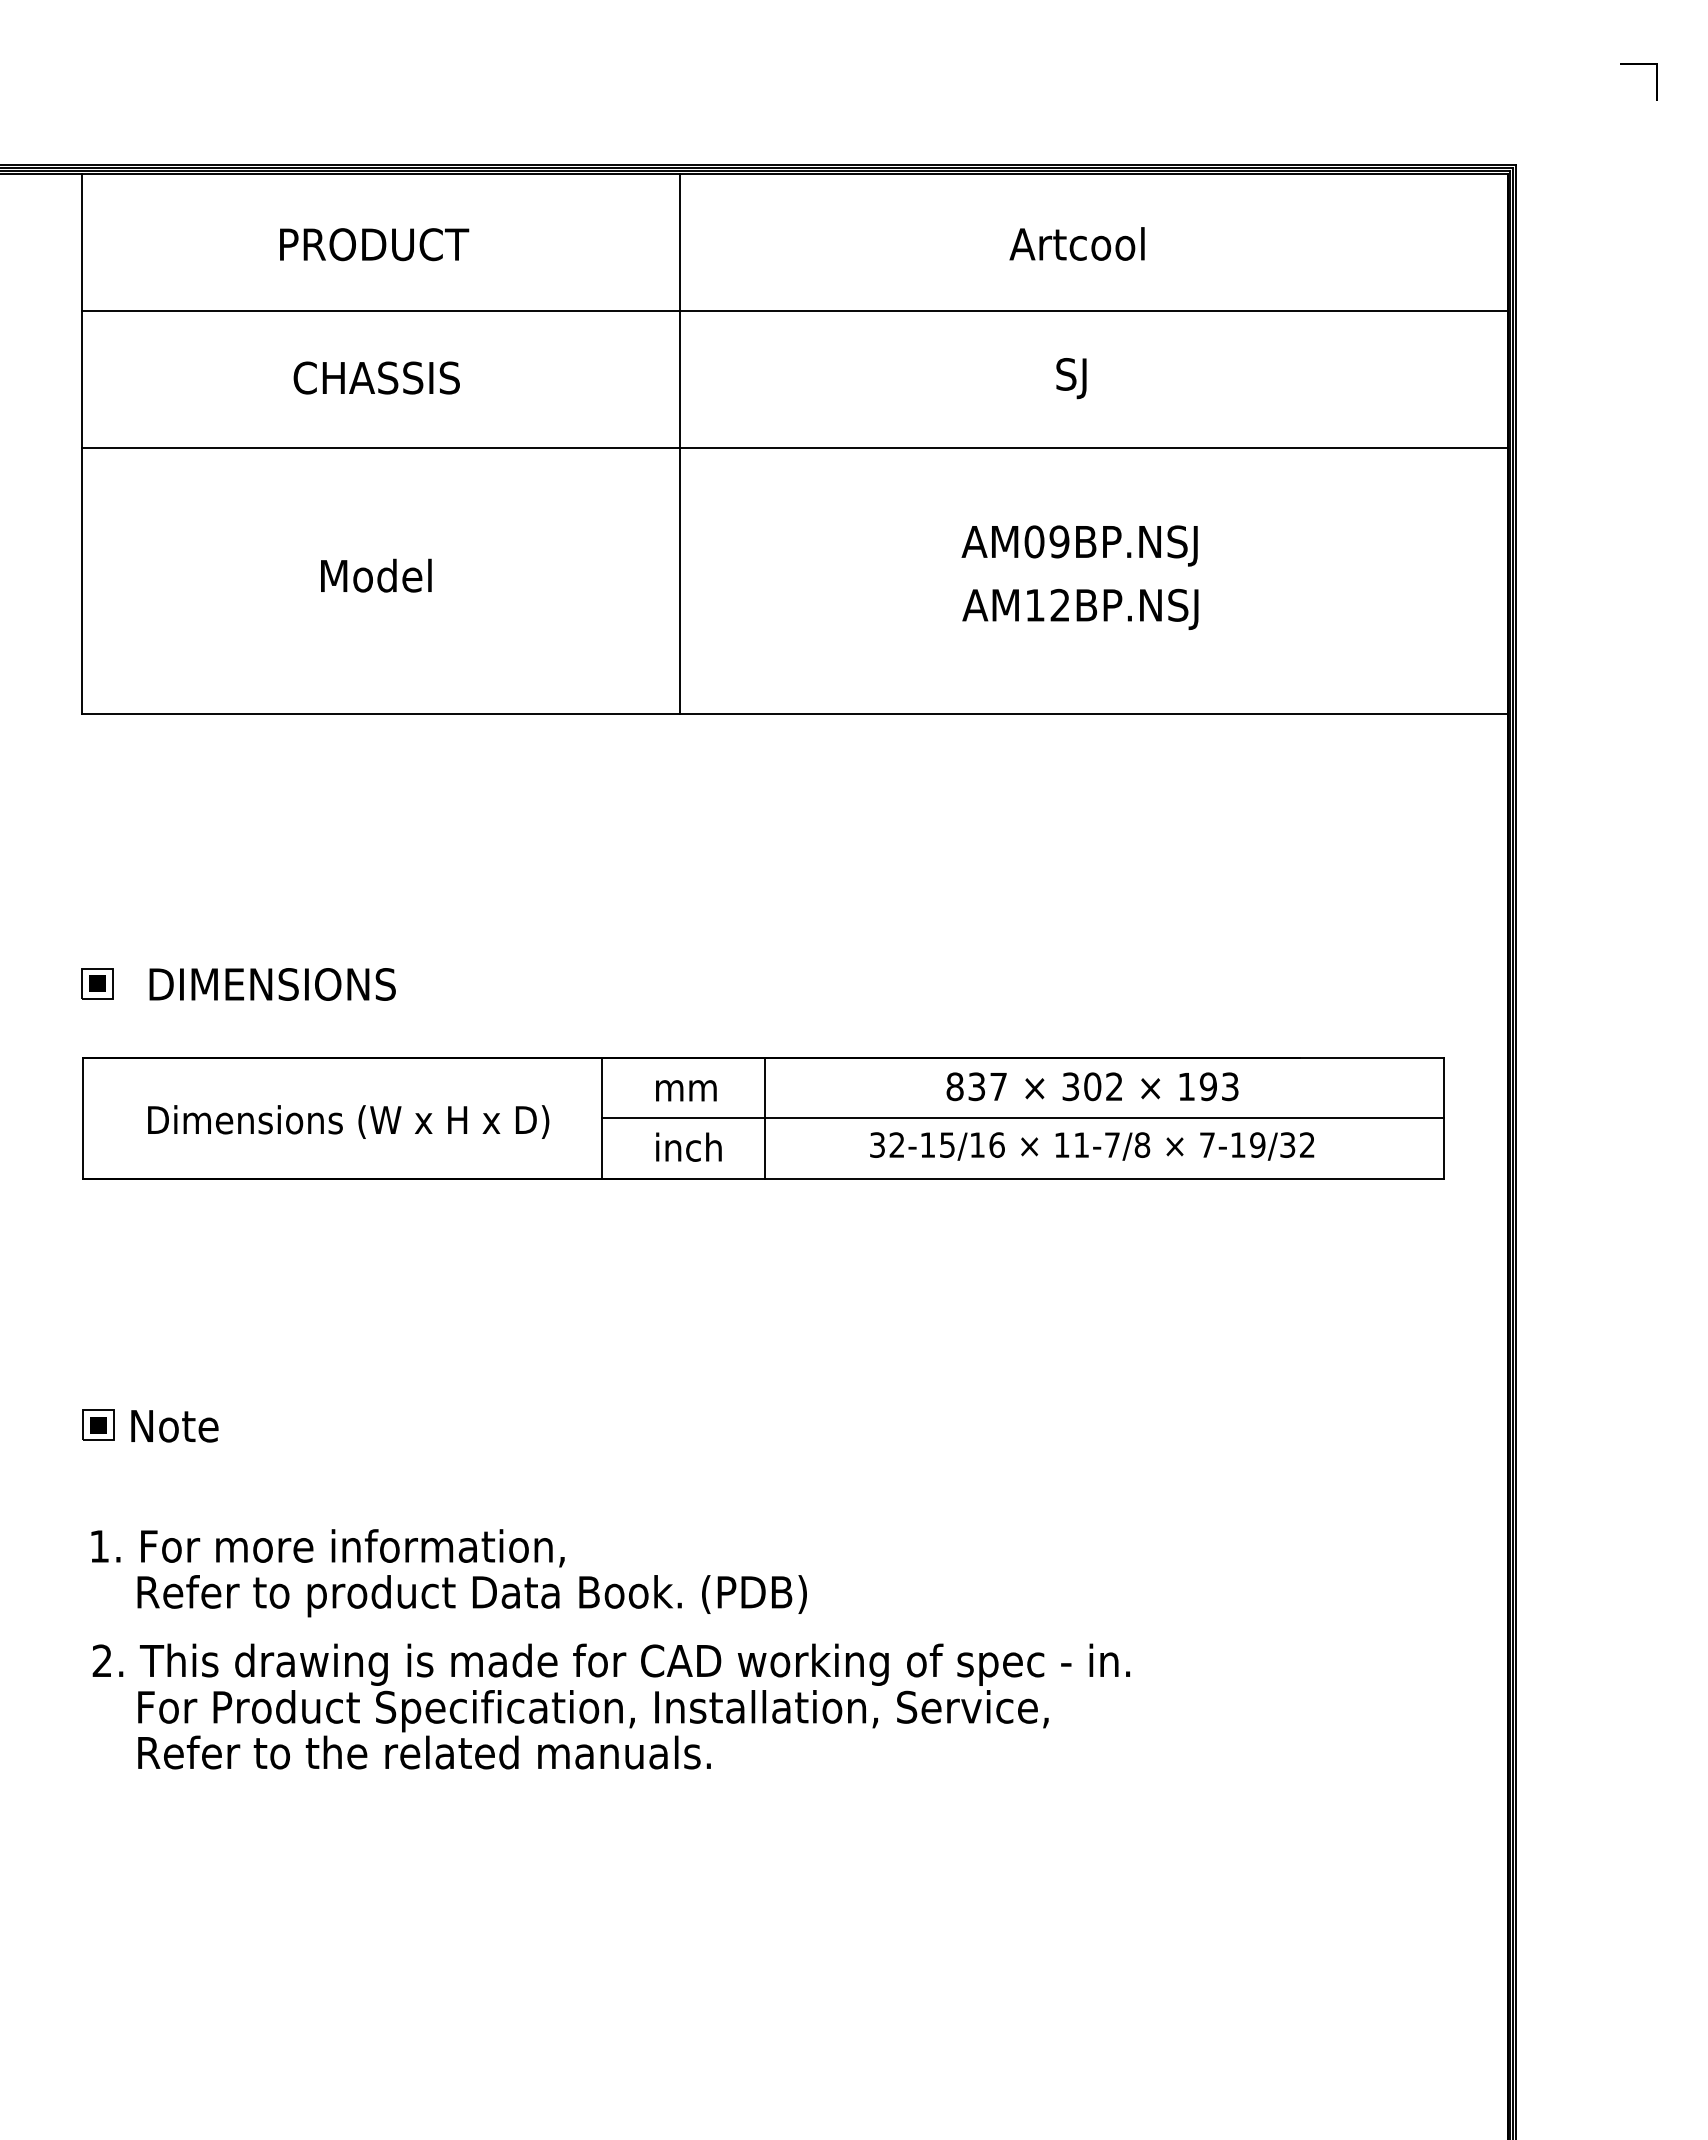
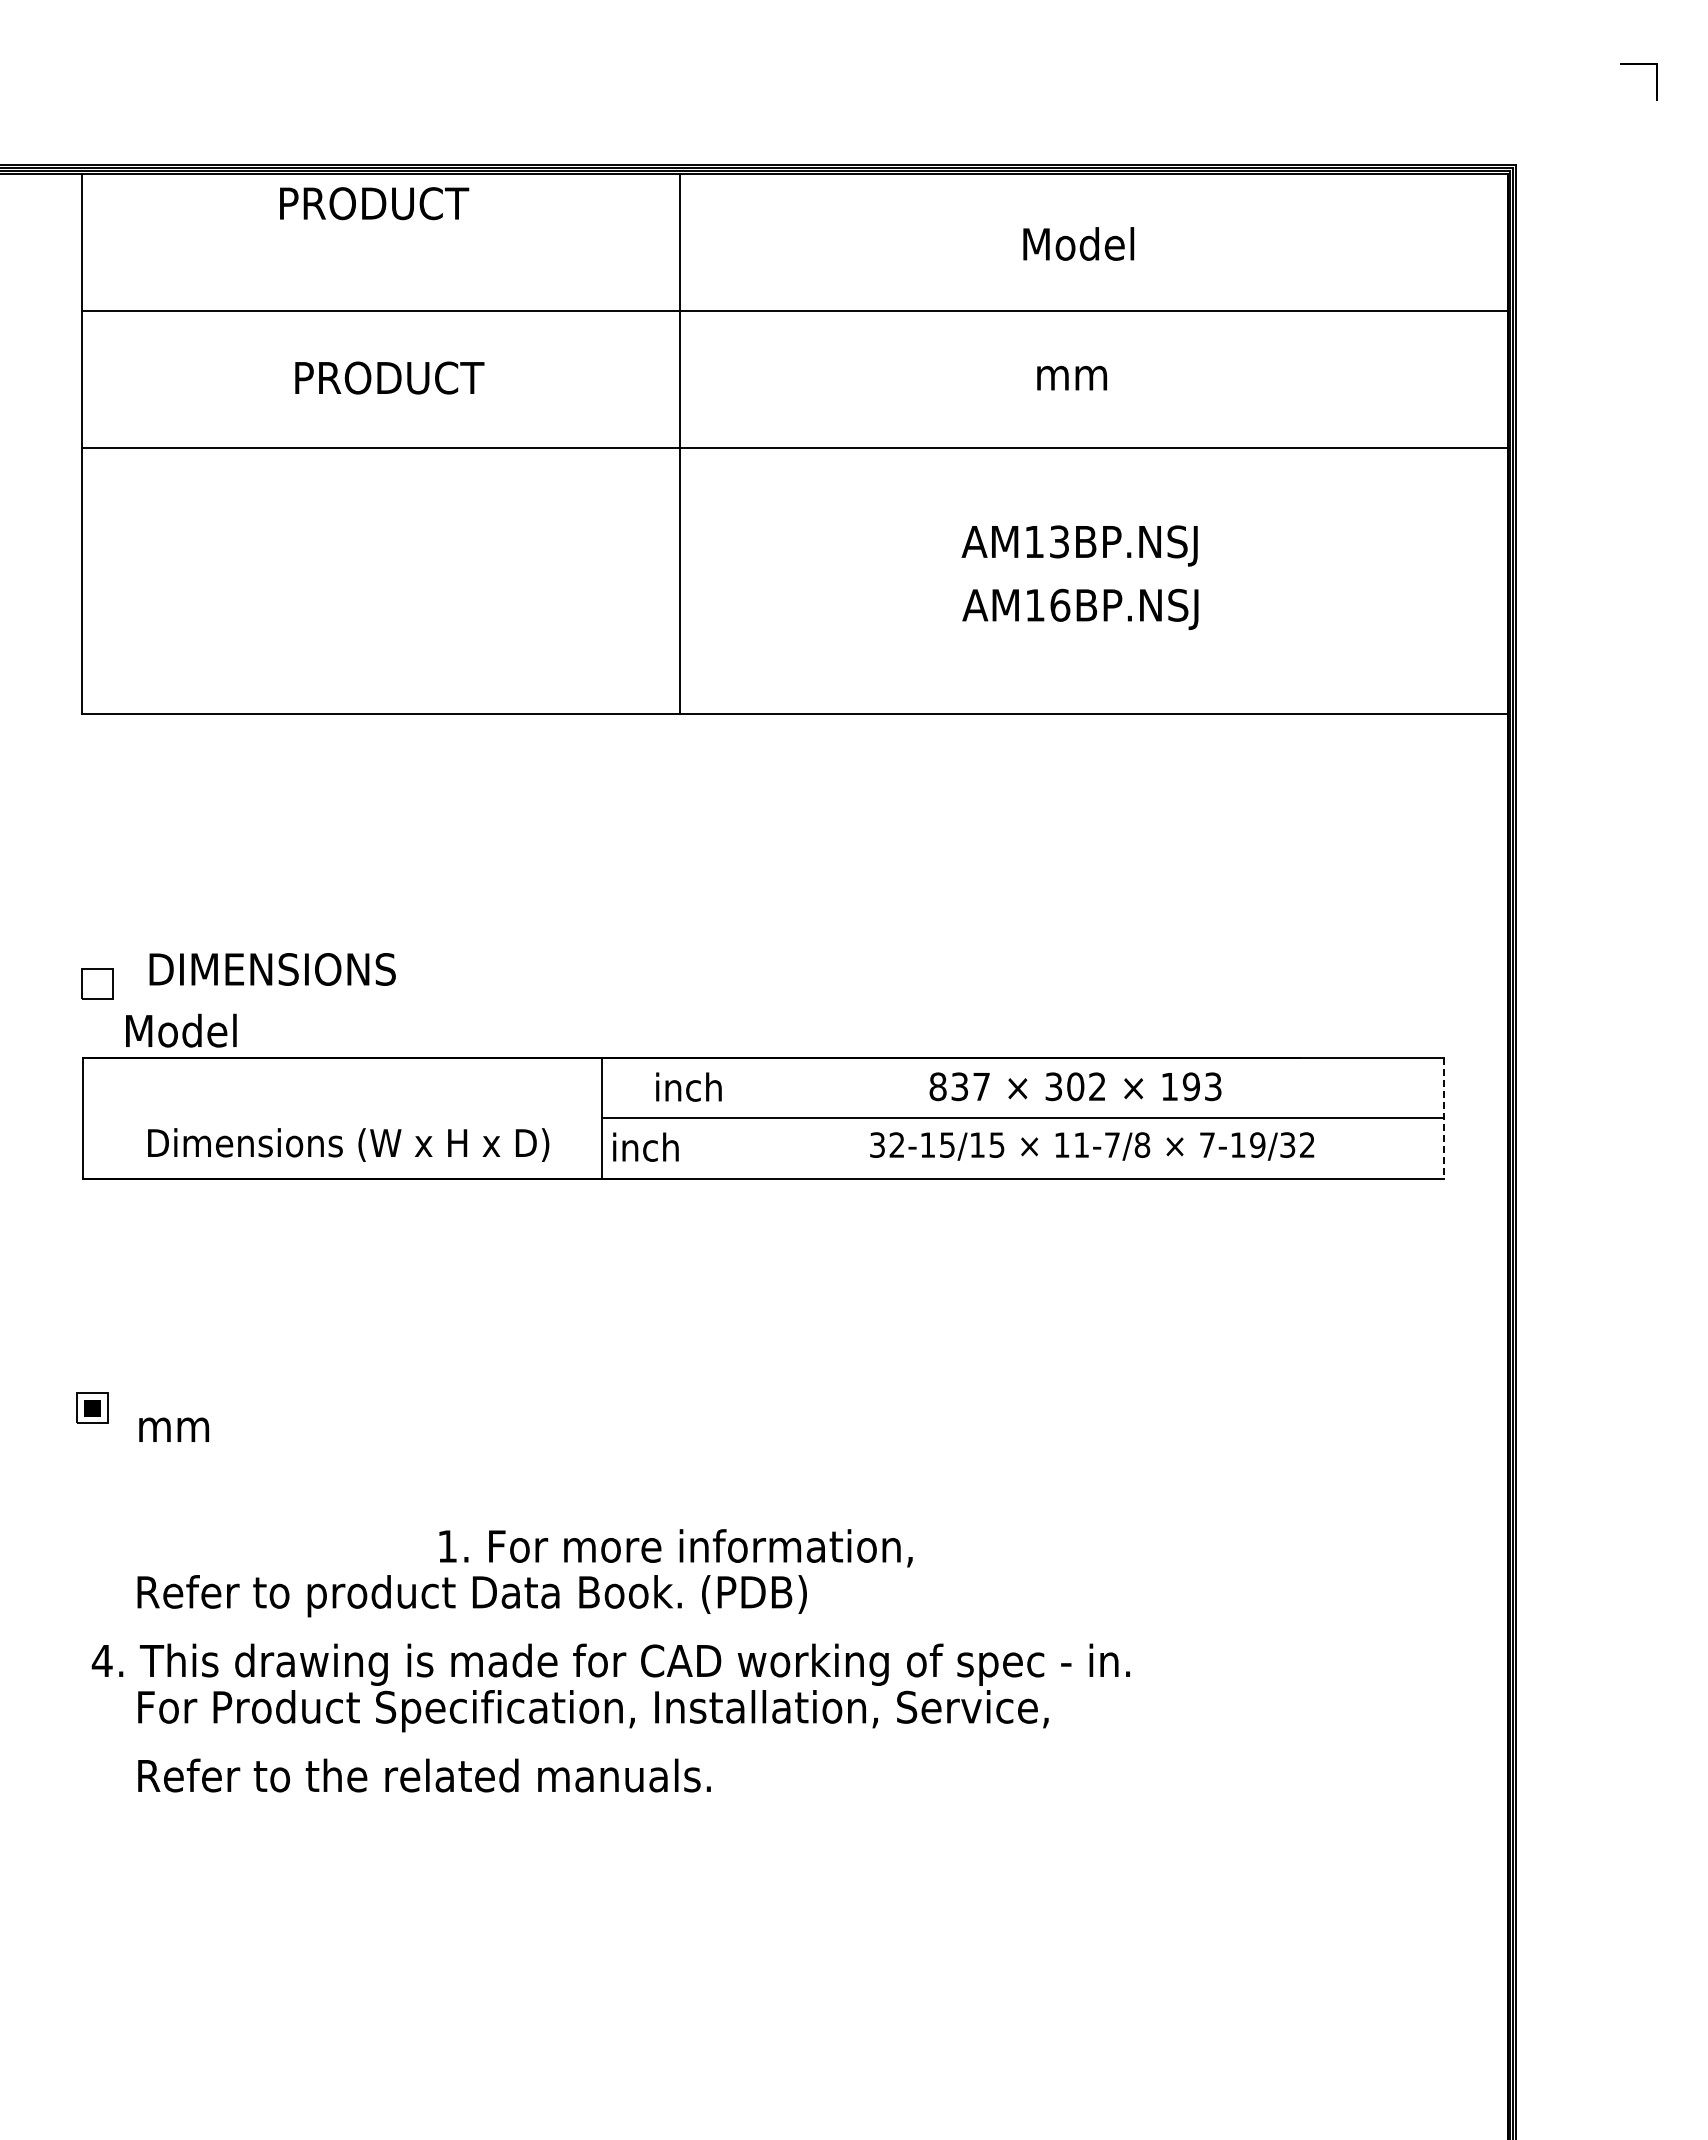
text at (1076, 243): Artcool -> Model
text at (374, 244) position: (374, 244) -> (374, 203)
text at (388, 377): CHASSIS -> PRODUCT
text at (1072, 378): SJ -> mm
text at (1046, 541): AM09BP.NSJ -> AM13BP.NSJ
text at (376, 575) position: (376, 575) -> (181, 1030)
text at (1060, 604): AM12BP.NSJ -> AM16BP.NSJ
fill at (97, 983): present -> none
text at (272, 984) position: (272, 984) -> (272, 969)
text at (688, 1086): mm -> inch
text at (1092, 1086) position: (1092, 1086) -> (1075, 1086)
line at (764, 1118): present -> none
line at (1444, 1118): solid -> dashed
text at (348, 1121) position: (348, 1121) -> (348, 1144)
text at (996, 1144): 32-15/16 -> 32-15/15
text at (688, 1146) position: (688, 1146) -> (645, 1146)
part at (98, 1424) position: (98, 1424) -> (92, 1407)
text at (174, 1426): Note -> mm
text at (327, 1548) position: (327, 1548) -> (675, 1548)
text at (101, 1660): 2. -> 4.
text at (424, 1752) position: (424, 1752) -> (424, 1775)
